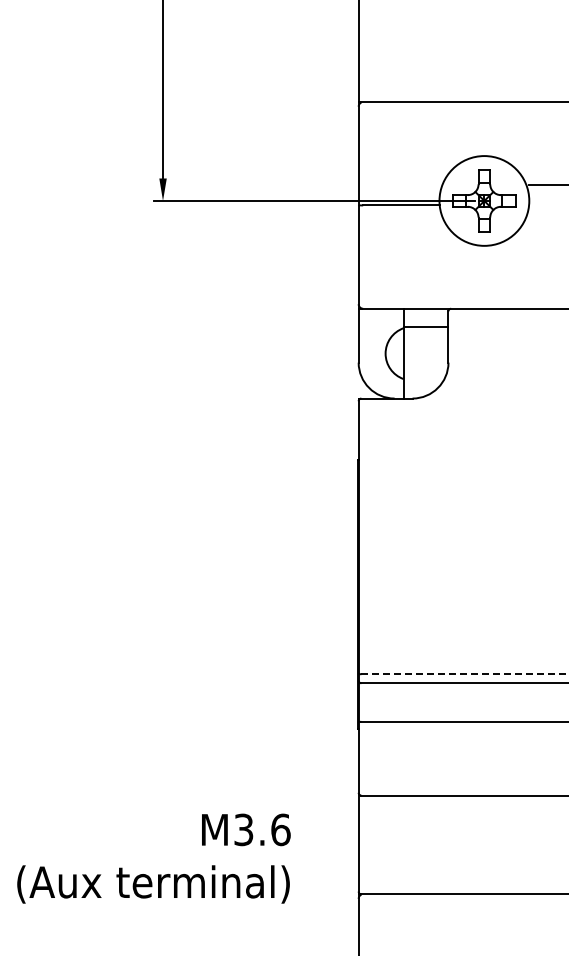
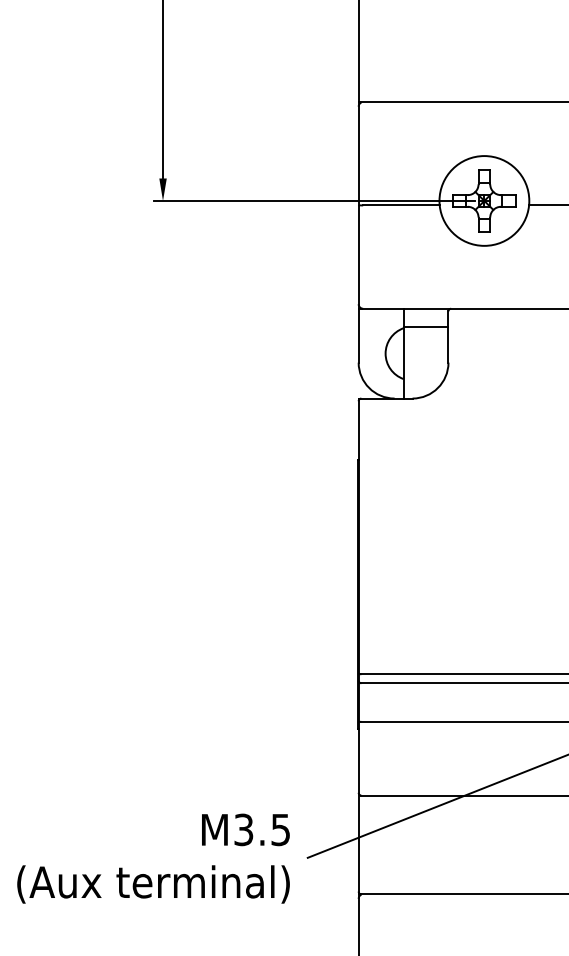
line at (547, 185) position: (547, 185) -> (547, 205)
line at (465, 674): dashed -> solid
line at (436, 806): none -> present
text at (280, 829): M3.6 -> M3.5
